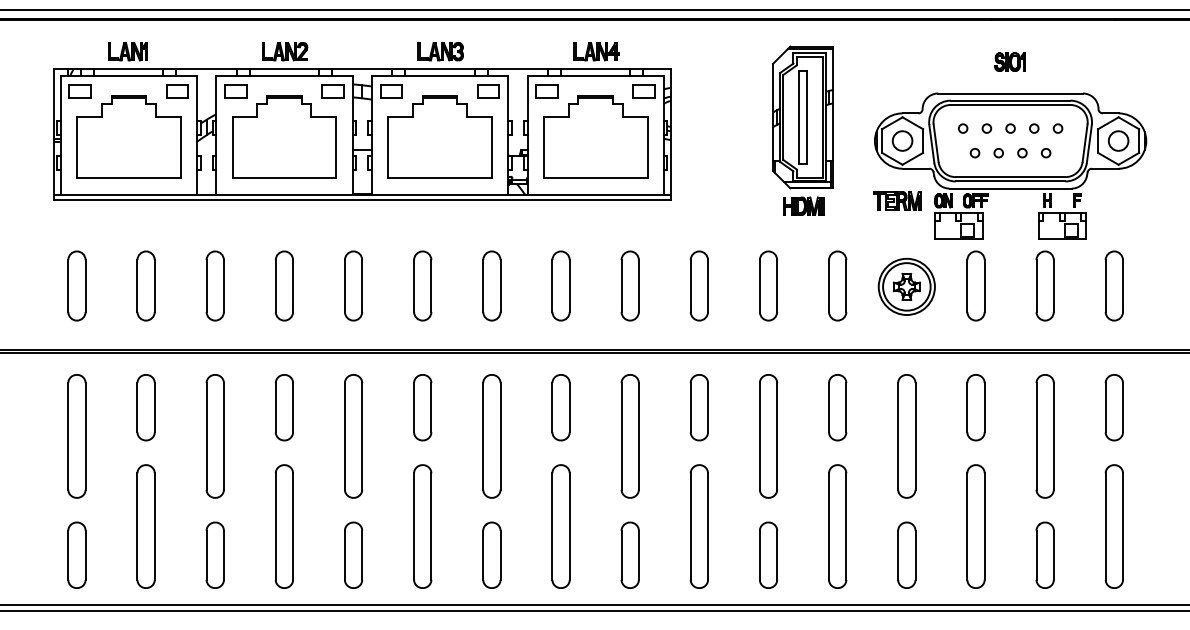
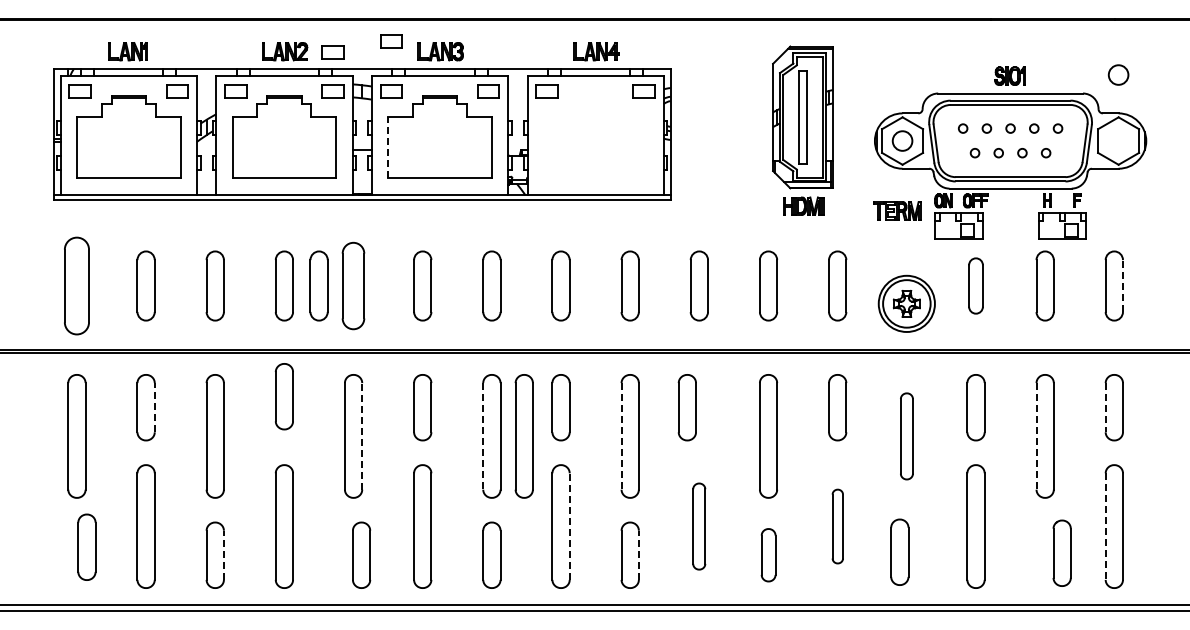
line at (594, 10): present -> none
part at (391, 41): none -> present
part at (332, 52): none -> present
part at (1009, 61) position: (1009, 61) -> (1009, 75)
part at (595, 136): present -> none
circle at (1118, 140) position: (1118, 140) -> (1118, 74)
line at (388, 147): solid -> dashed
part at (897, 200) position: (897, 200) -> (897, 210)
part at (76, 285) size: 20x72 px -> 26x100 px
part at (318, 285): none -> present
part at (353, 285) size: 20x72 px -> 25x90 px
part at (975, 285) size: 20x72 px -> 16x58 px
part at (906, 286) position: (906, 286) -> (906, 303)
line at (1122, 286): solid -> dashed
line at (154, 407): solid -> dashed
part at (283, 407) position: (283, 407) -> (283, 396)
part at (698, 407) position: (698, 407) -> (686, 407)
line at (1105, 407): solid -> dashed
line at (362, 435): solid -> dashed
line at (483, 436): solid -> dashed
part at (523, 436): none -> present
line at (621, 436): solid -> dashed
part at (906, 436) size: 20x125 px -> 14x89 px
line at (1036, 436): solid -> dashed
line at (569, 526): solid -> dashed
part at (698, 526) size: 20x125 px -> 15x89 px
part at (837, 526) size: 20x125 px -> 13x77 px
line at (1105, 527): solid -> dashed
part at (76, 554) position: (76, 554) -> (86, 546)
part at (353, 554) position: (353, 554) -> (361, 554)
part at (768, 554) size: 20x68 px -> 17x55 px
part at (906, 554) position: (906, 554) -> (899, 551)
part at (1044, 554) position: (1044, 554) -> (1061, 552)
line at (223, 555): solid -> dashed
line at (638, 555): solid -> dashed
